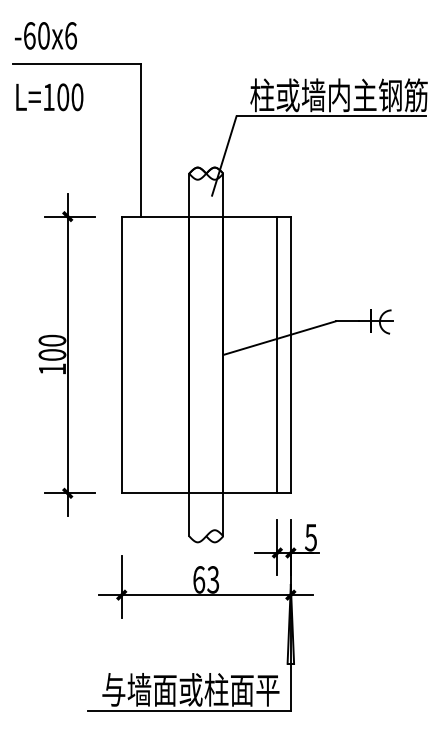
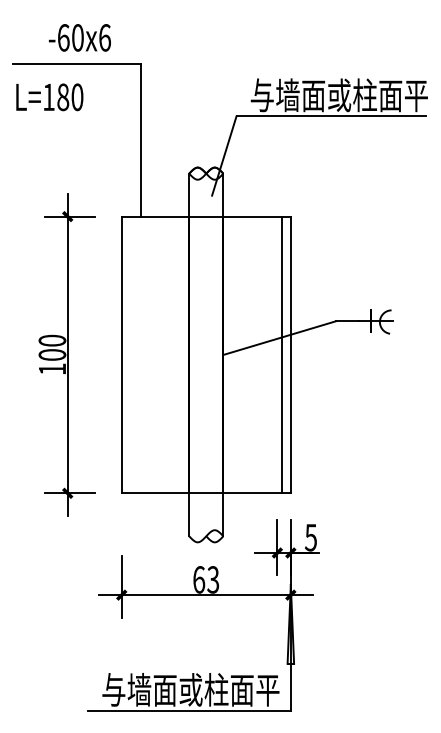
text at (45, 35) position: (45, 35) -> (79, 37)
text at (338, 95): 柱或墙内主钢筋 -> 与墙面或柱面平
text at (63, 97): L=100 -> L=180
line at (277, 354) position: (277, 354) -> (282, 354)
